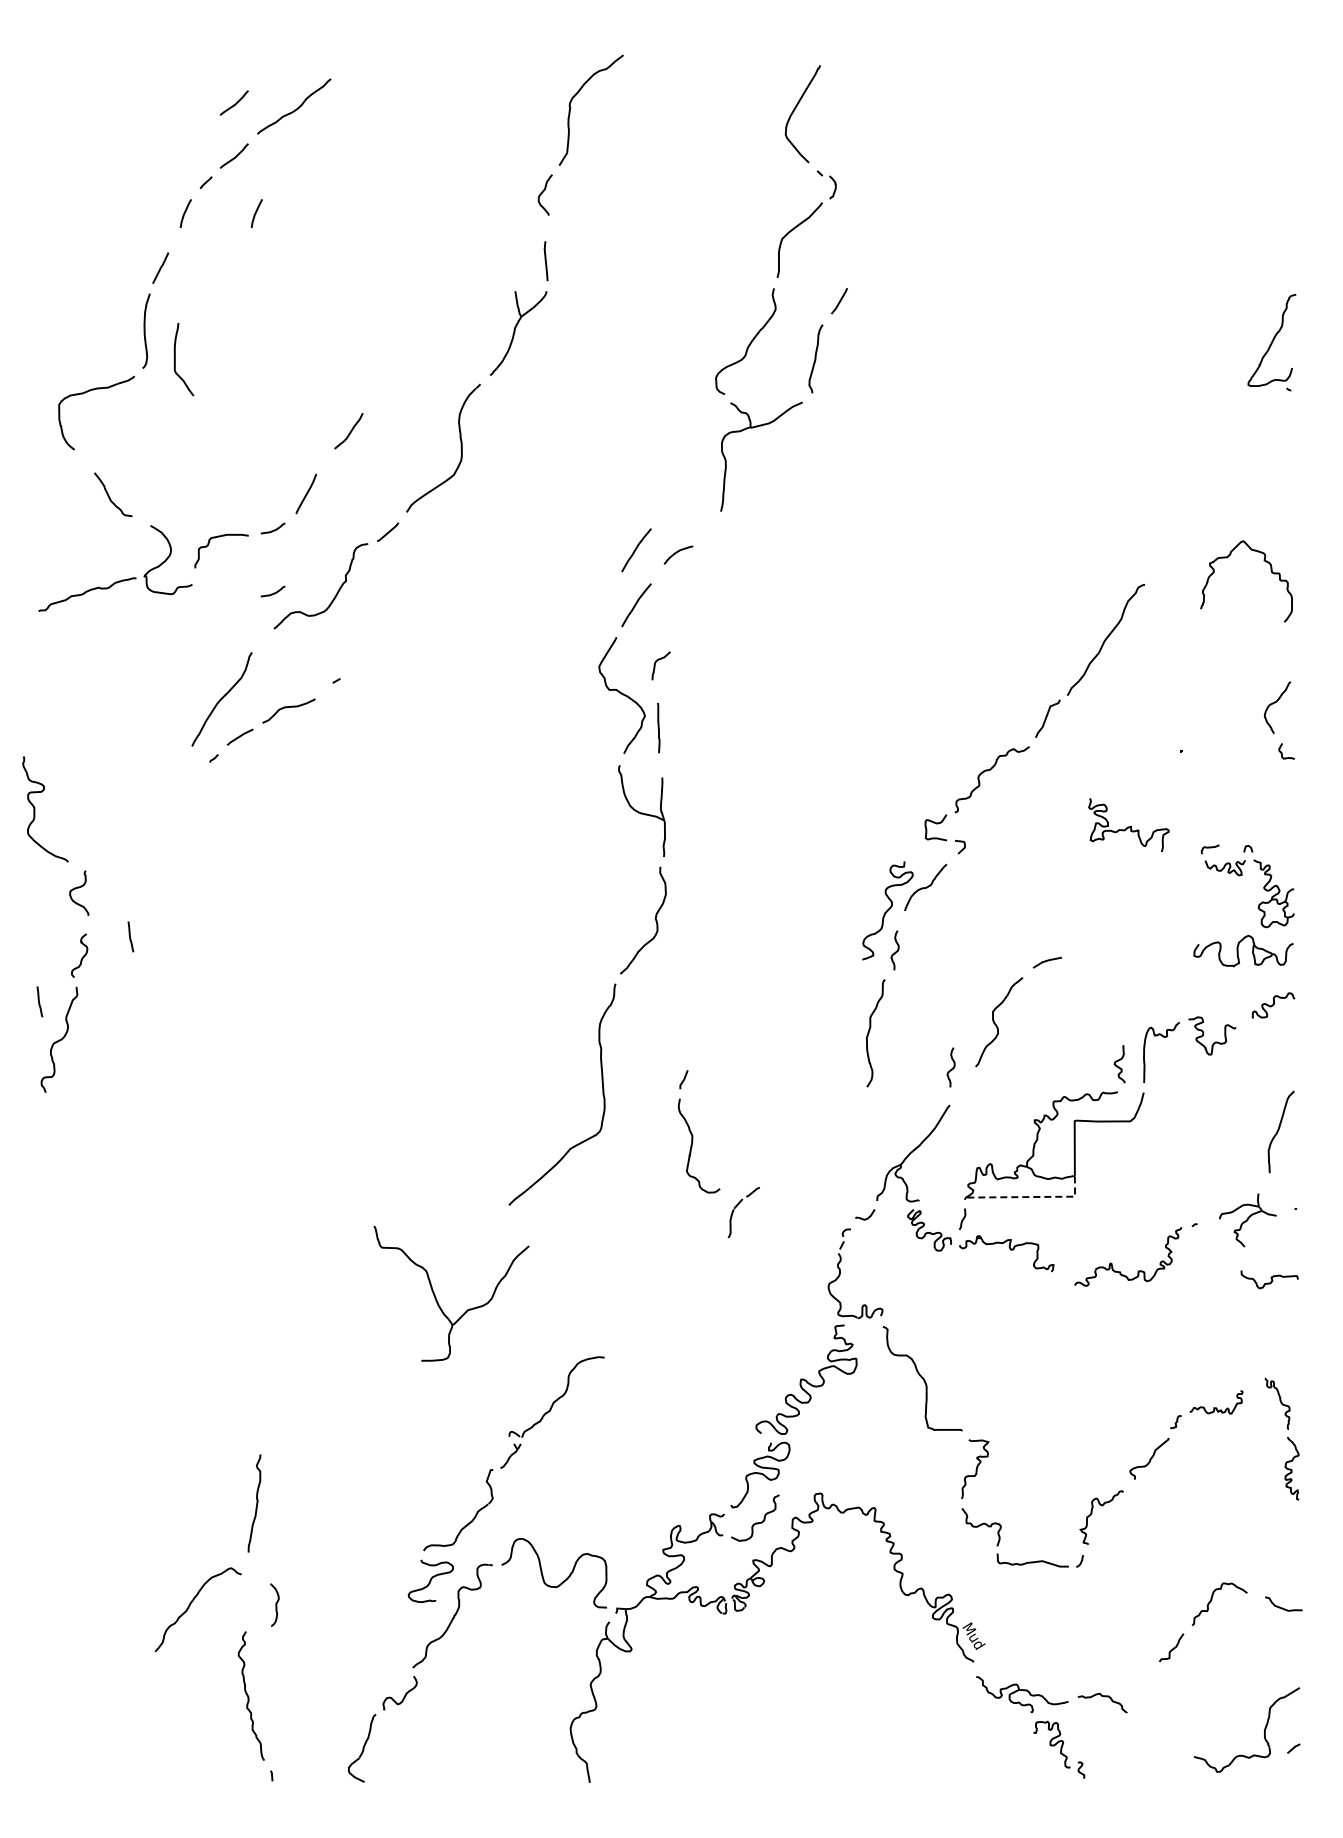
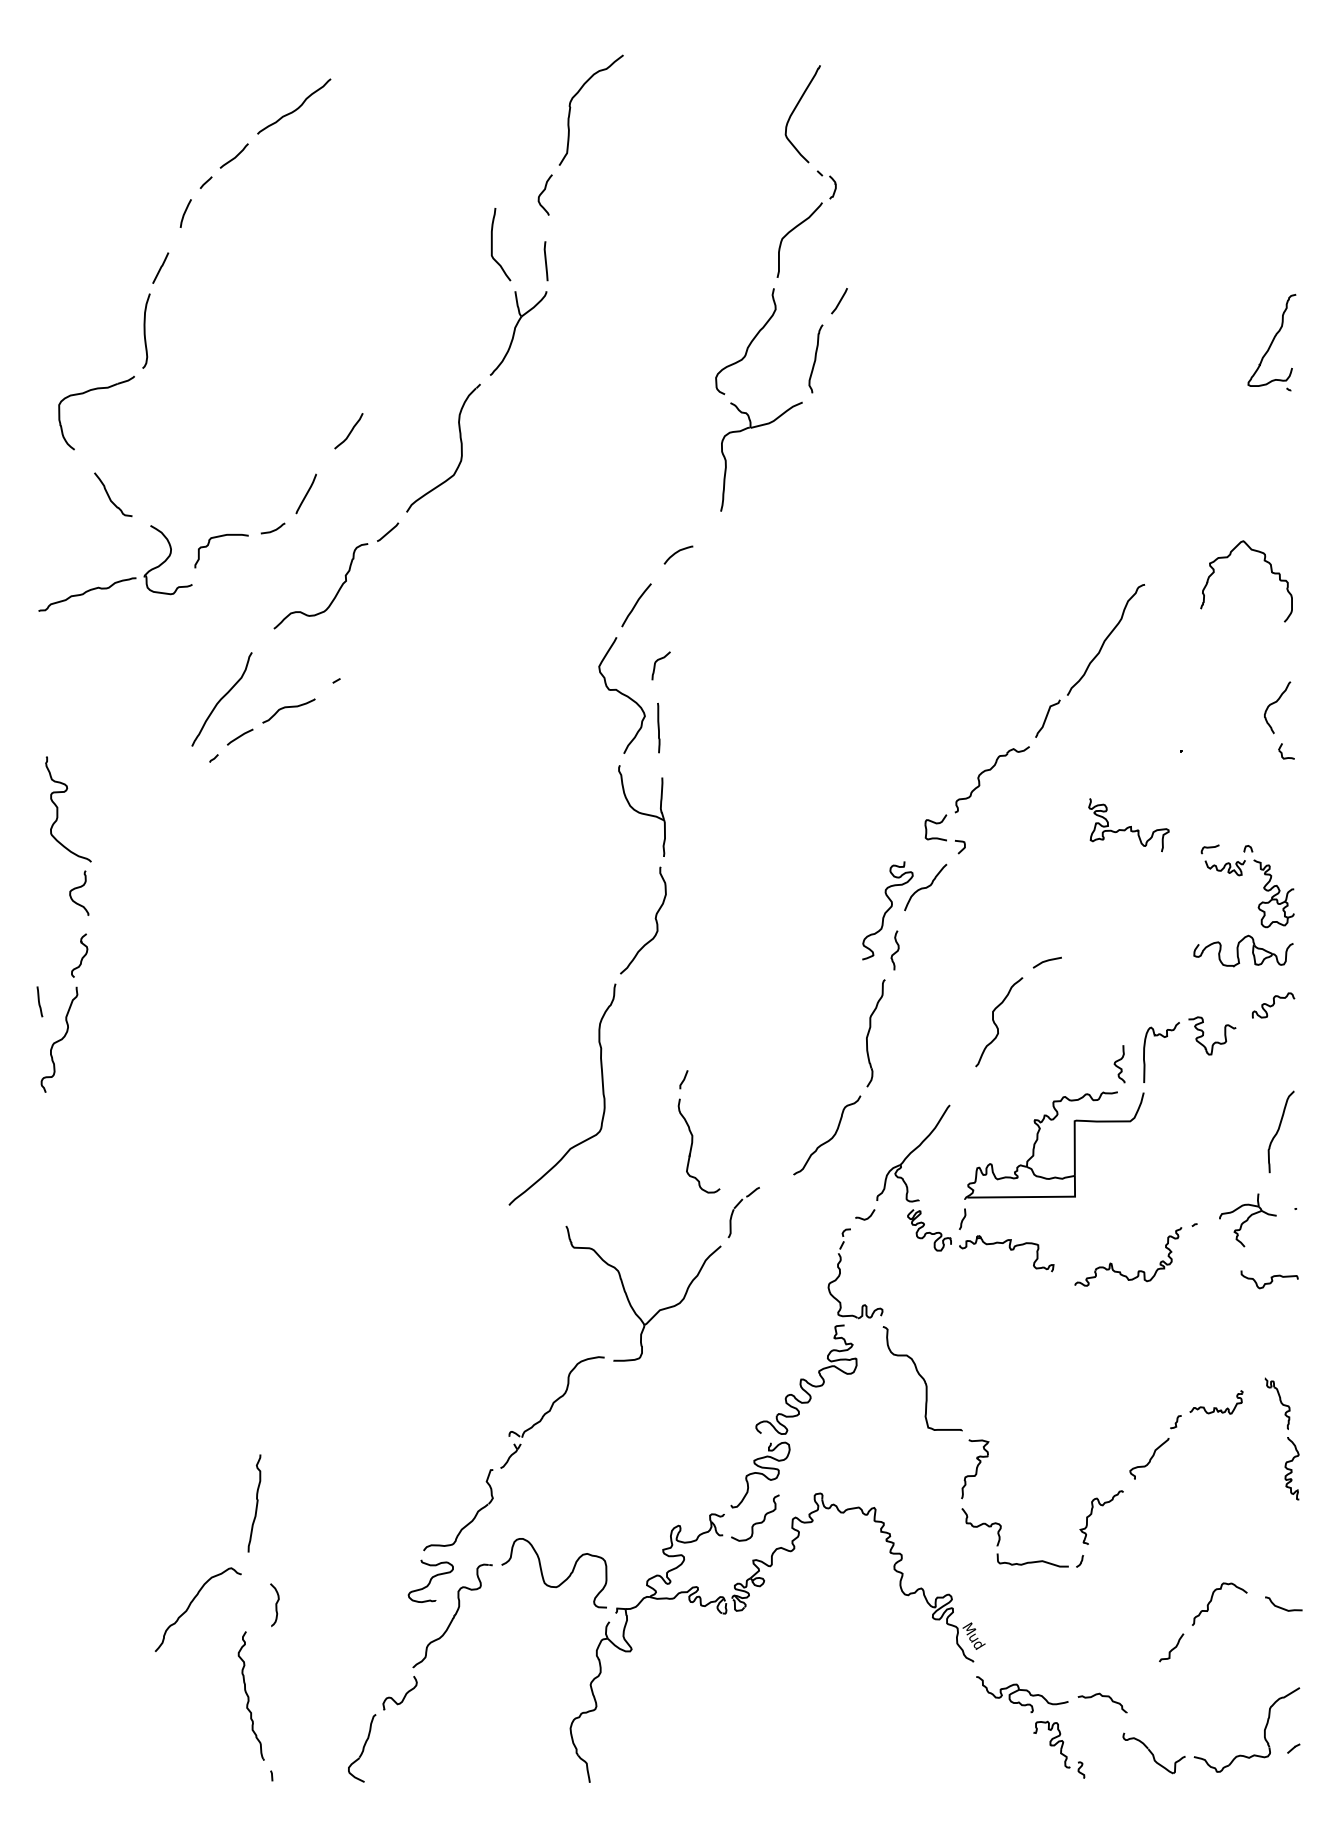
curve at (233, 104): present -> none
curve at (256, 213): present -> none
curve at (175, 359) position: (175, 359) -> (492, 244)
curve at (636, 550): present -> none
curve at (273, 592): present -> none
part at (35, 809) position: (35, 809) -> (58, 809)
line at (130, 936): present -> none
curve at (951, 1068): present -> none
curve at (828, 1139): none -> present
line at (1032, 1197): dashed -> solid
part at (436, 1297) position: (436, 1297) -> (628, 1297)
part at (1153, 1753): none -> present
